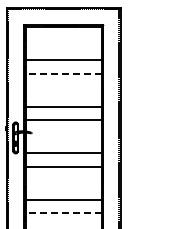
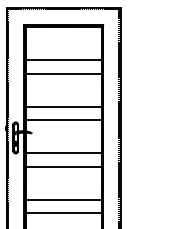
line at (63, 73): dashed -> solid
line at (63, 213): dashed -> solid
